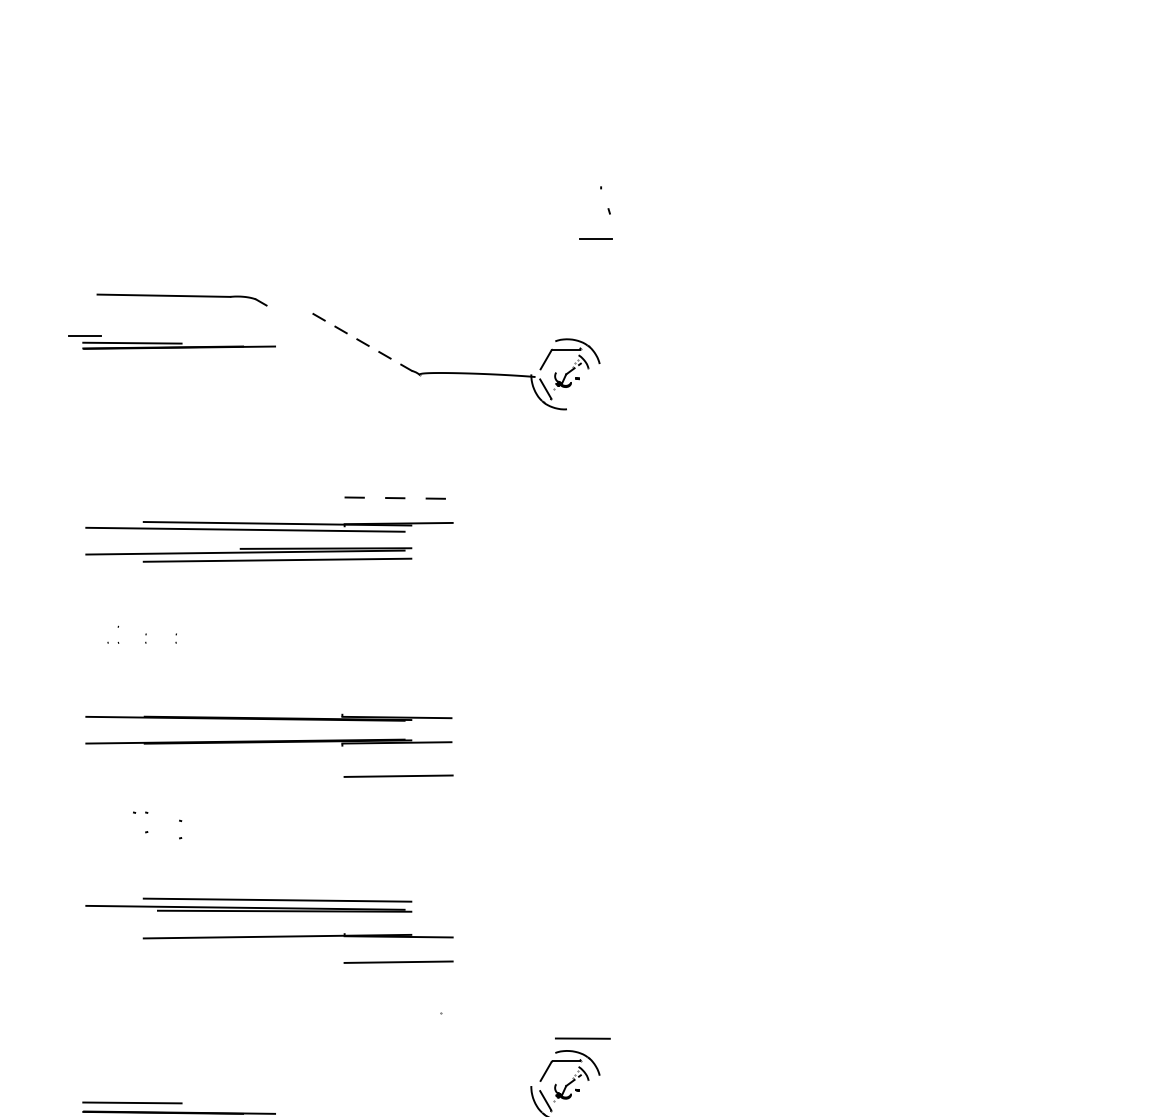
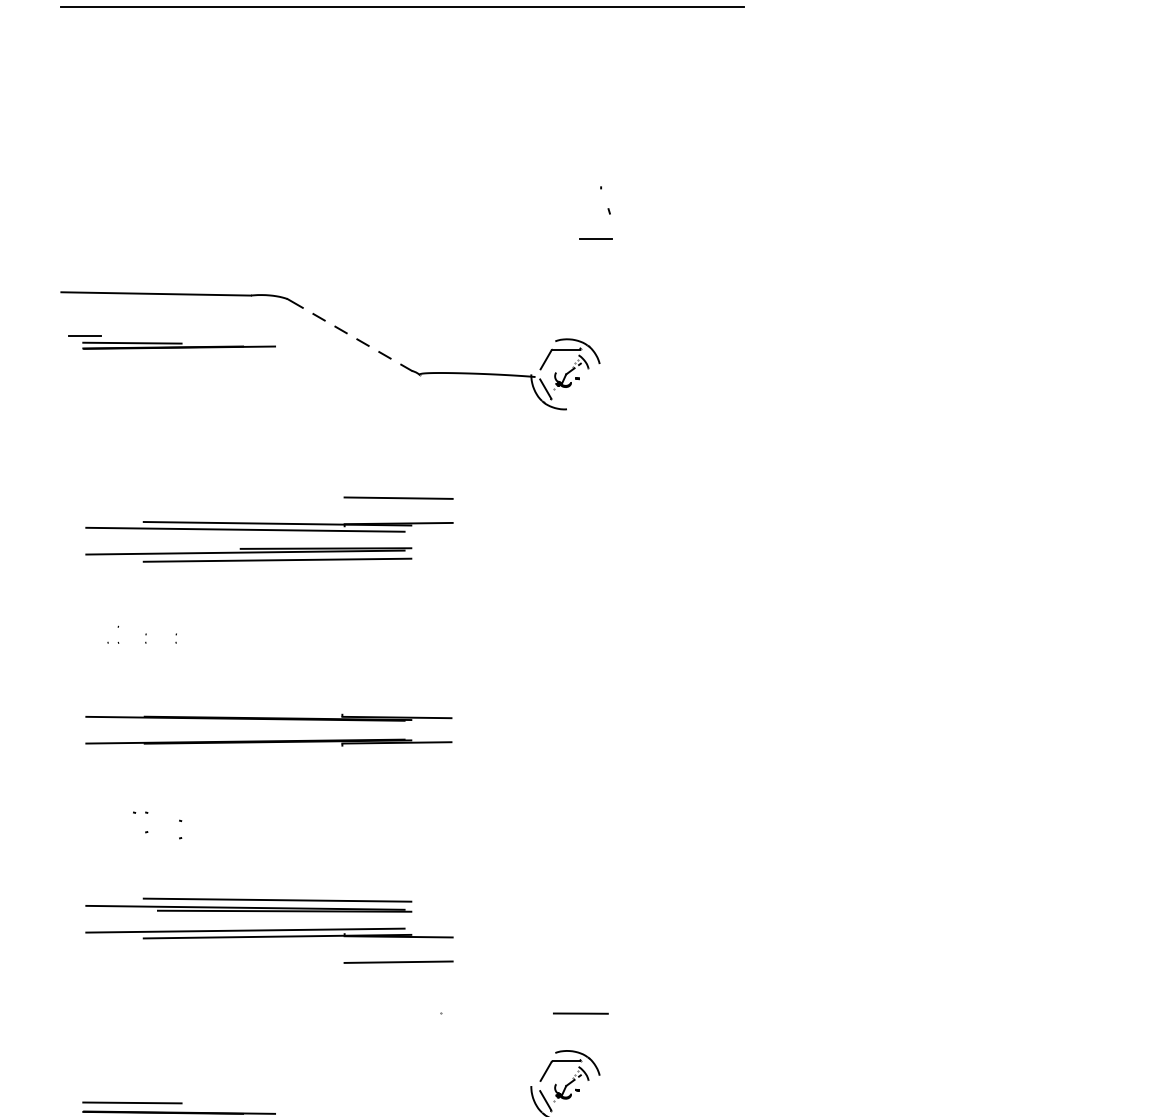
line at (402, 6): none -> present
part at (181, 299) size: 172x14 px -> 244x18 px
line at (399, 498): dashed -> solid
line at (398, 775): present -> none
line at (245, 930): none -> present
line at (582, 1038) position: (582, 1038) -> (580, 1013)
